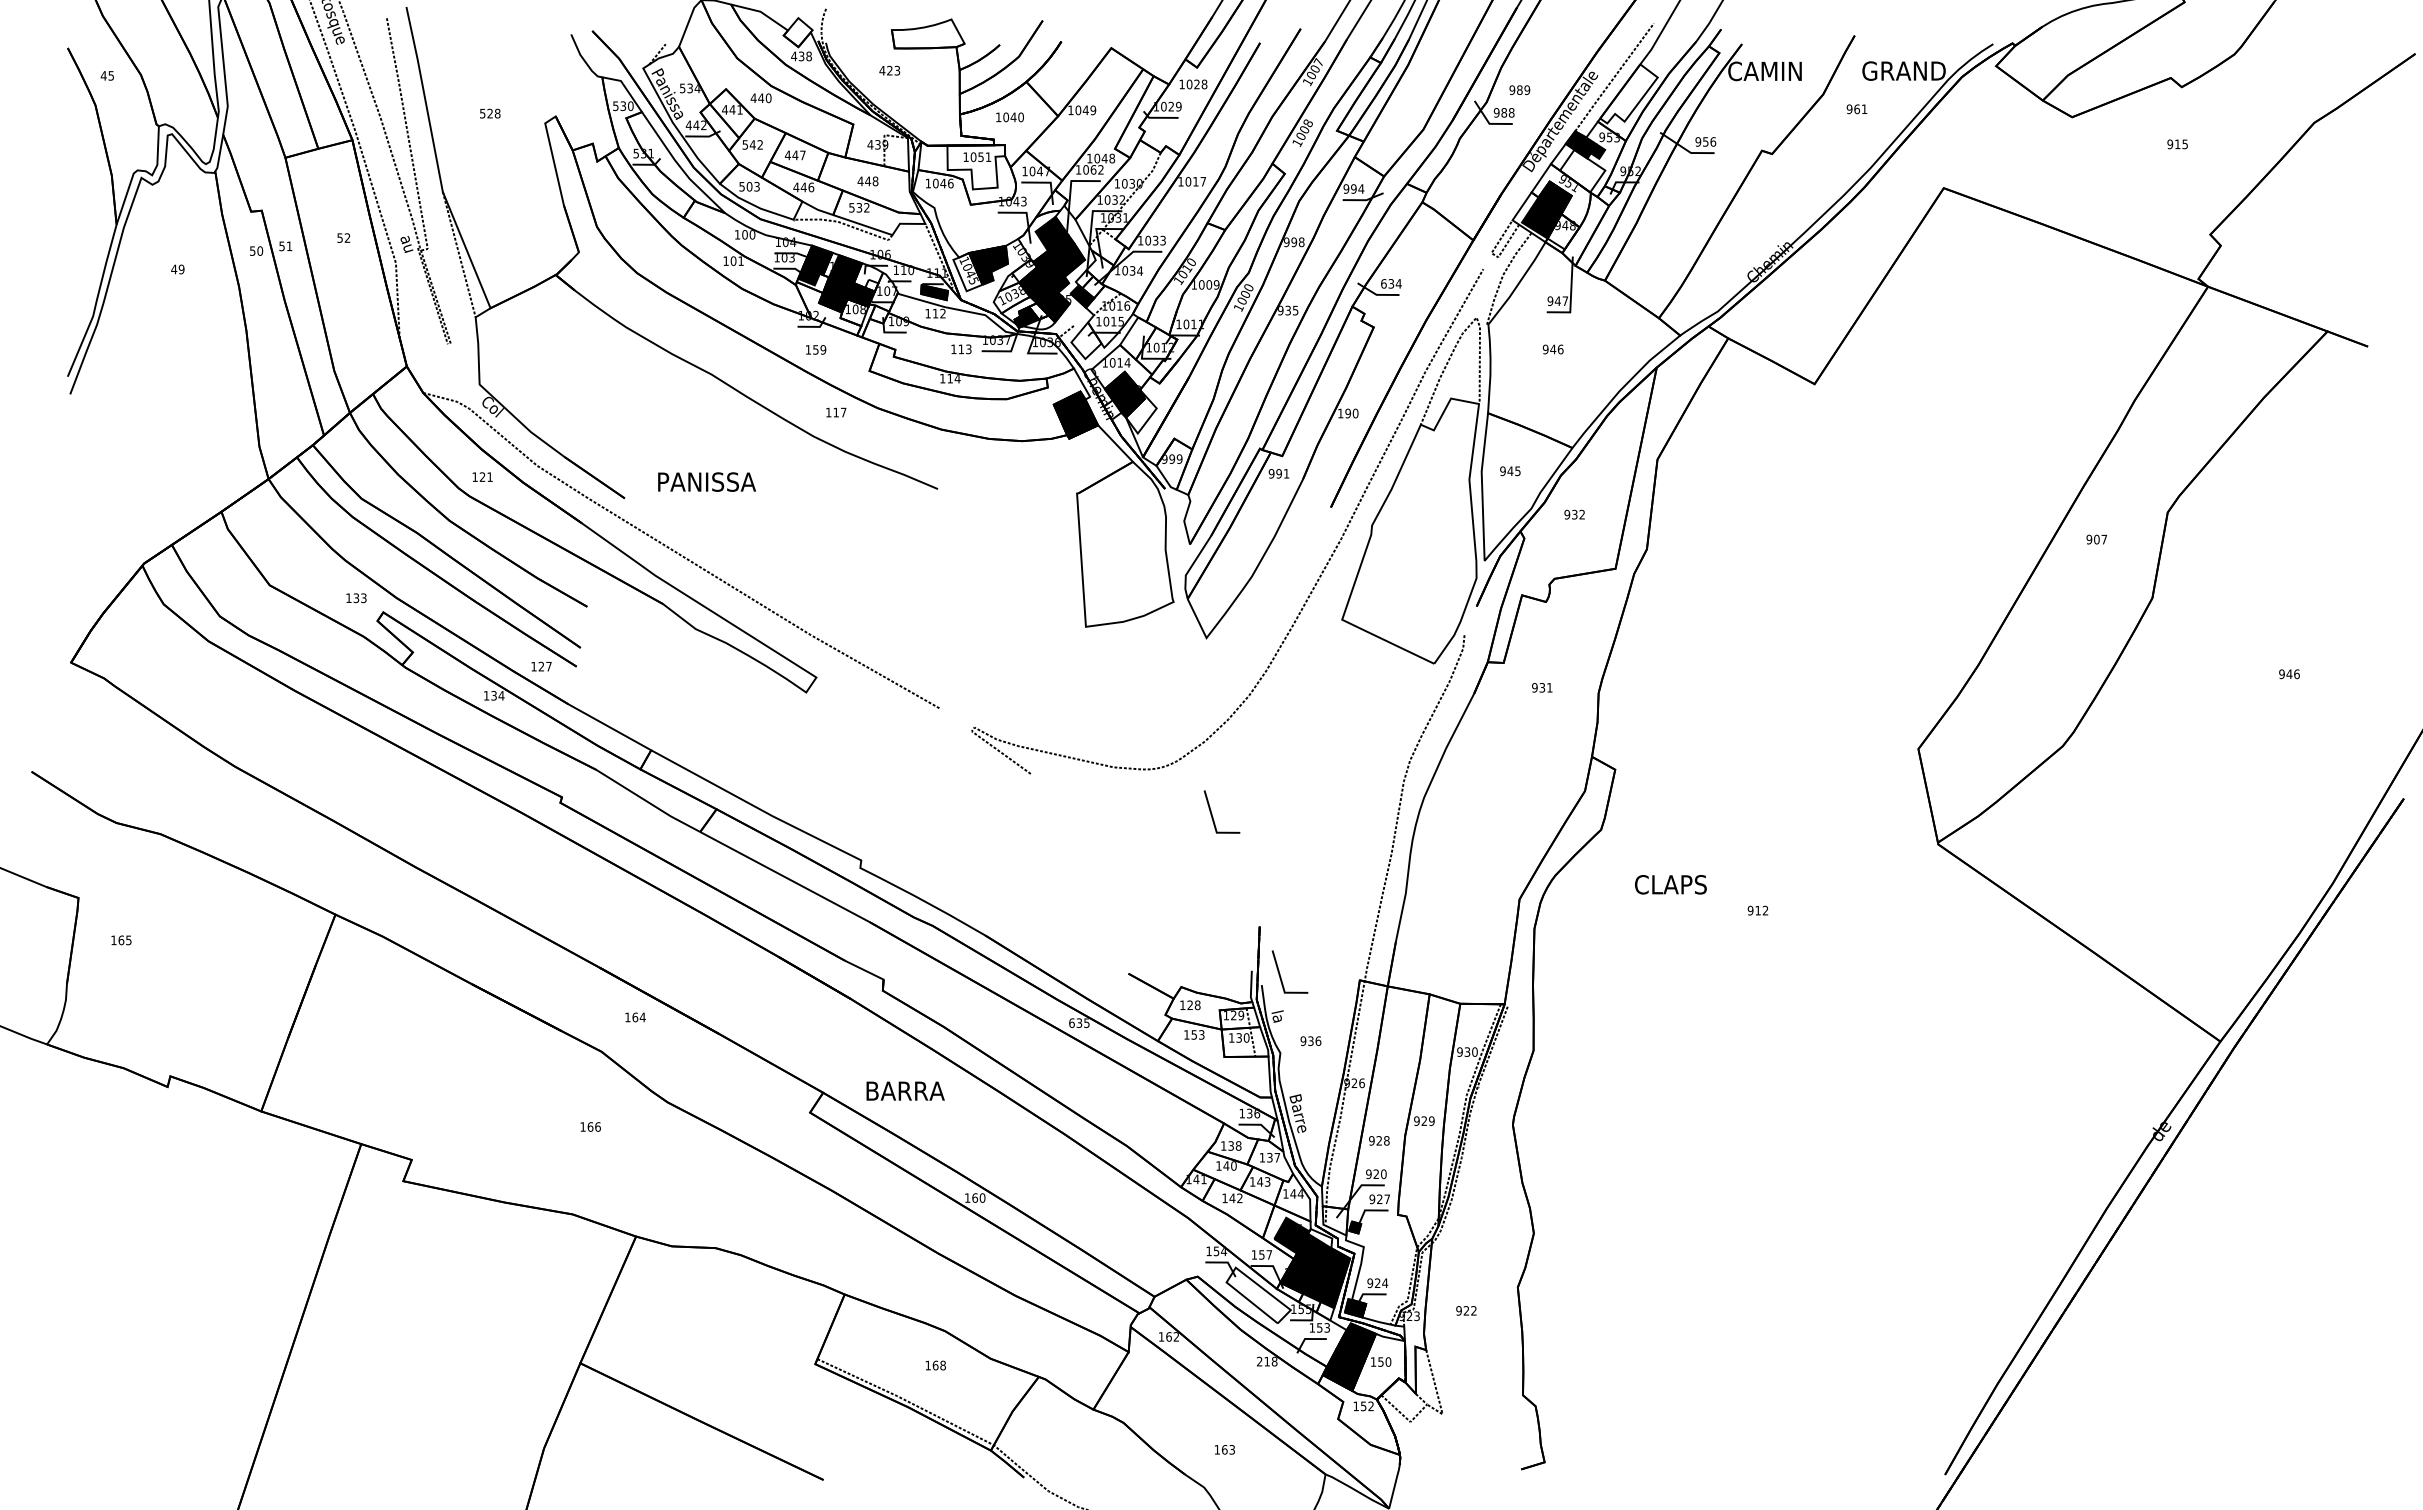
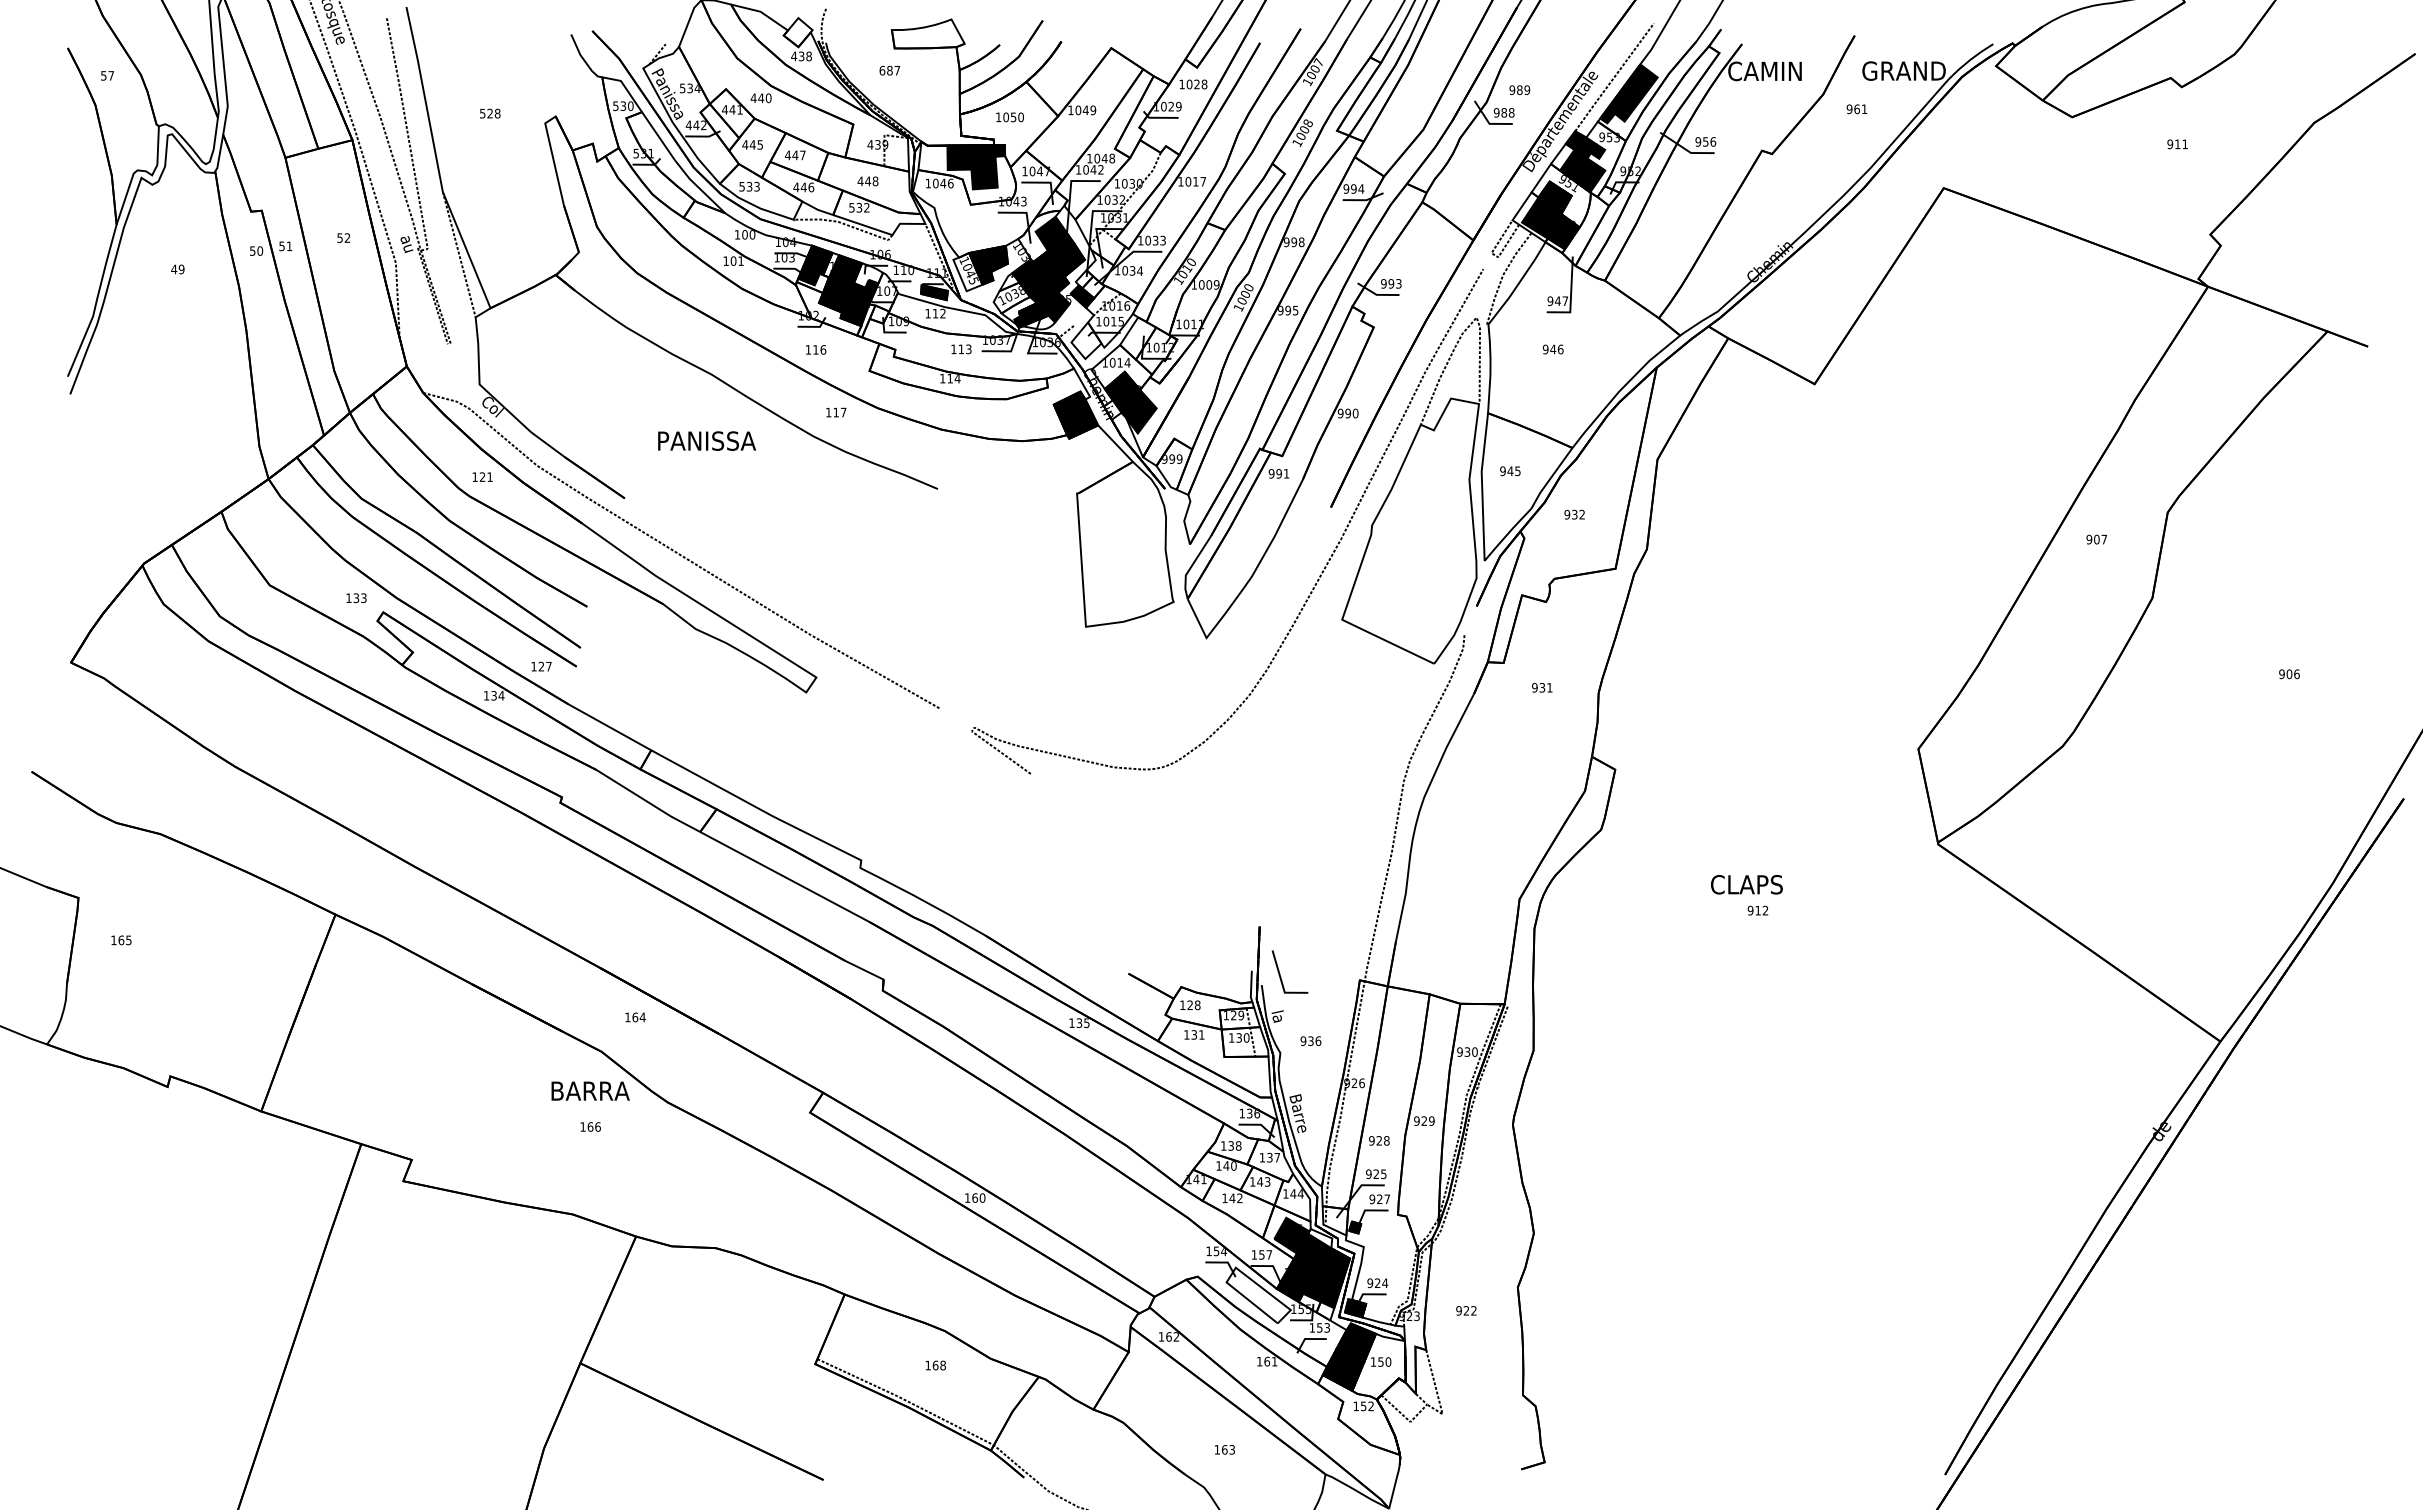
text at (889, 70): 423 -> 687
text at (106, 75): 45 -> 57
fill at (1628, 93): none -> present
text at (1013, 117): 1040 -> 1050
text at (752, 144): 542 -> 445
text at (2184, 144): 915 -> 911
fill at (976, 167): none -> present
text at (1093, 169): 1062 -> 1042
fill at (1582, 170): none -> present
text at (749, 186): 503 -> 533
fill at (1563, 231): none -> present
fill at (1024, 270): none -> present
text at (1391, 283): 634 -> 993
fill at (871, 285): none -> present
text at (1288, 310): 935 -> 995
fill at (1038, 311): none -> present
fill at (854, 312): none -> present
text at (819, 349): 159 -> 116
fill at (1140, 411): none -> present
text at (1340, 413): 190 -> 990
text at (707, 481) position: (707, 481) -> (707, 440)
text at (2289, 674): 946 -> 906
line at (1212, 813): present -> none
text at (1670, 884) position: (1670, 884) -> (1746, 884)
text at (1071, 1022): 635 -> 135
text at (1197, 1034): 153 -> 131
text at (905, 1090) position: (905, 1090) -> (590, 1090)
text at (1383, 1174): 920 -> 925
fill at (1289, 1292): none -> present
text at (1267, 1361): 218 -> 161
